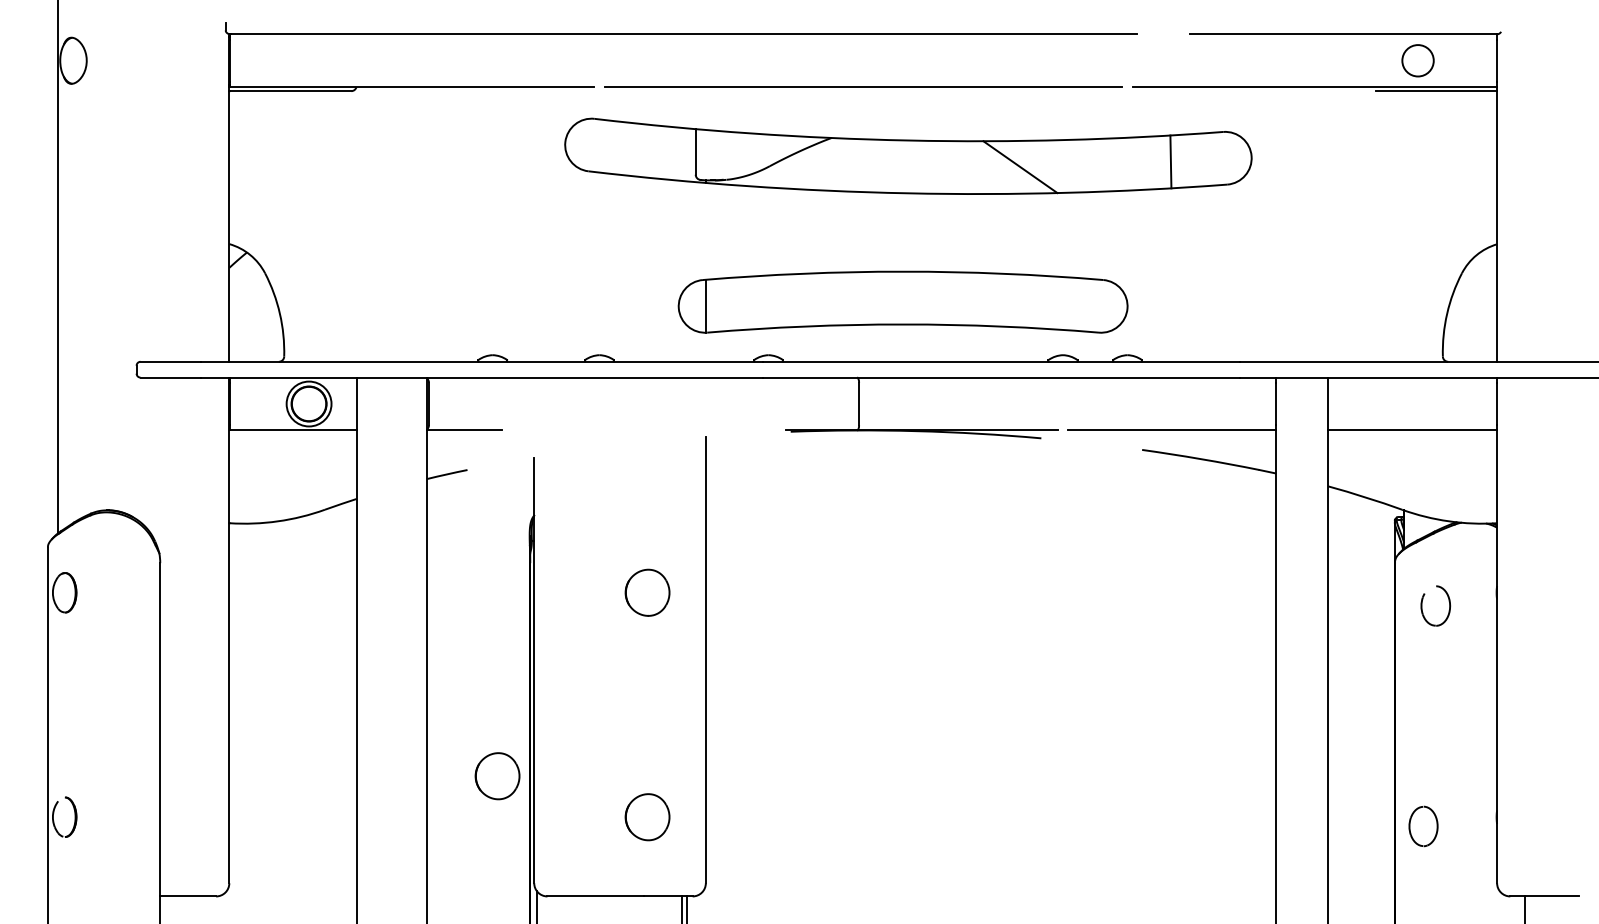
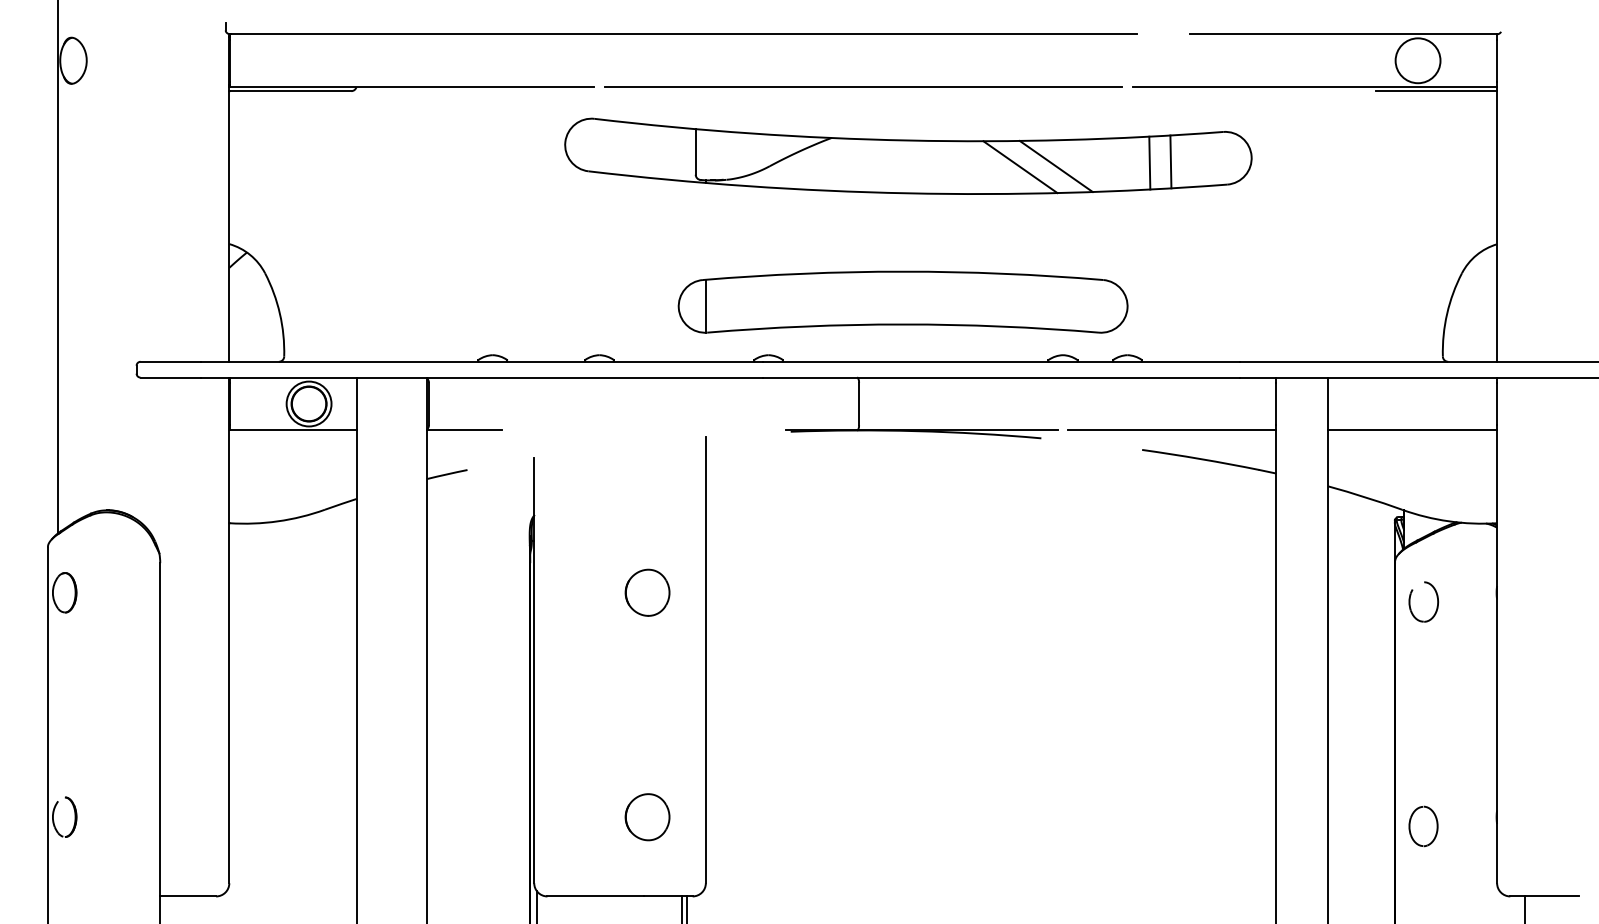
circle at (1417, 60) diameter: 31 px -> 45 px
line at (1149, 162): none -> present
line at (1055, 166): none -> present
part at (1422, 605) position: (1422, 605) -> (1410, 601)
part at (497, 776): present -> none
